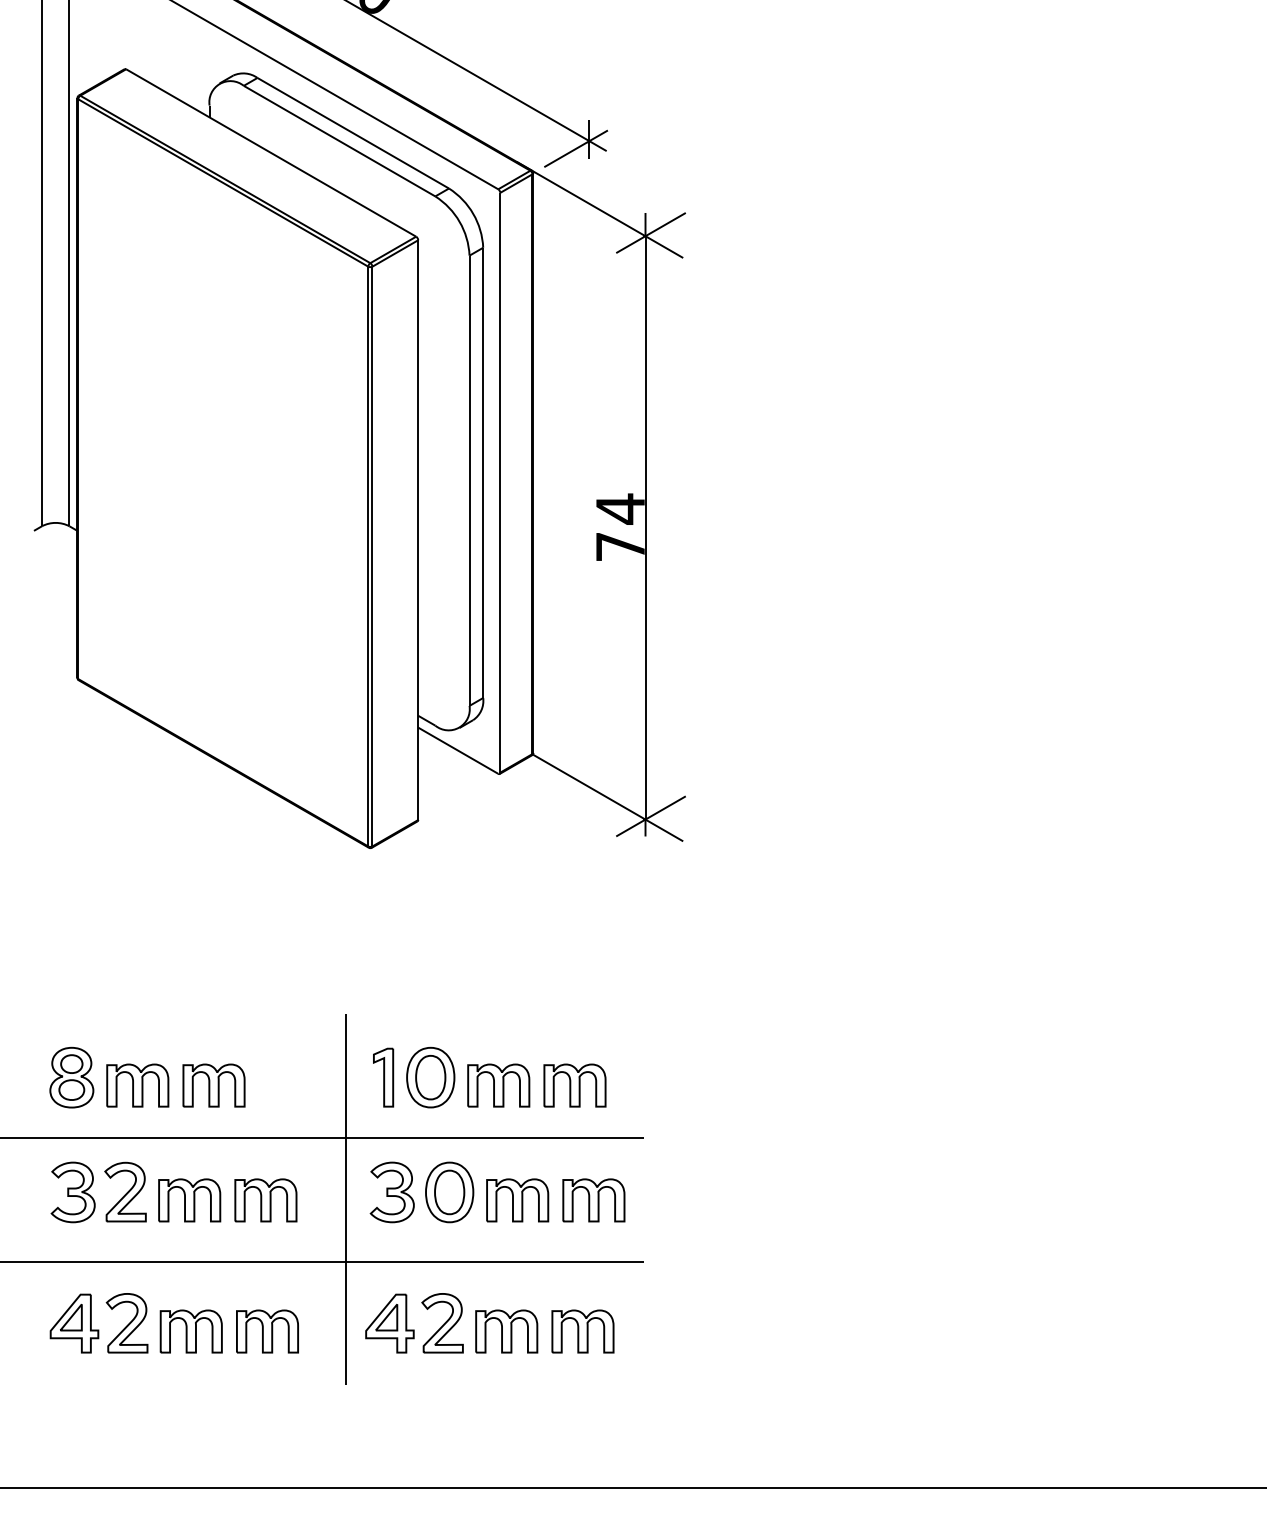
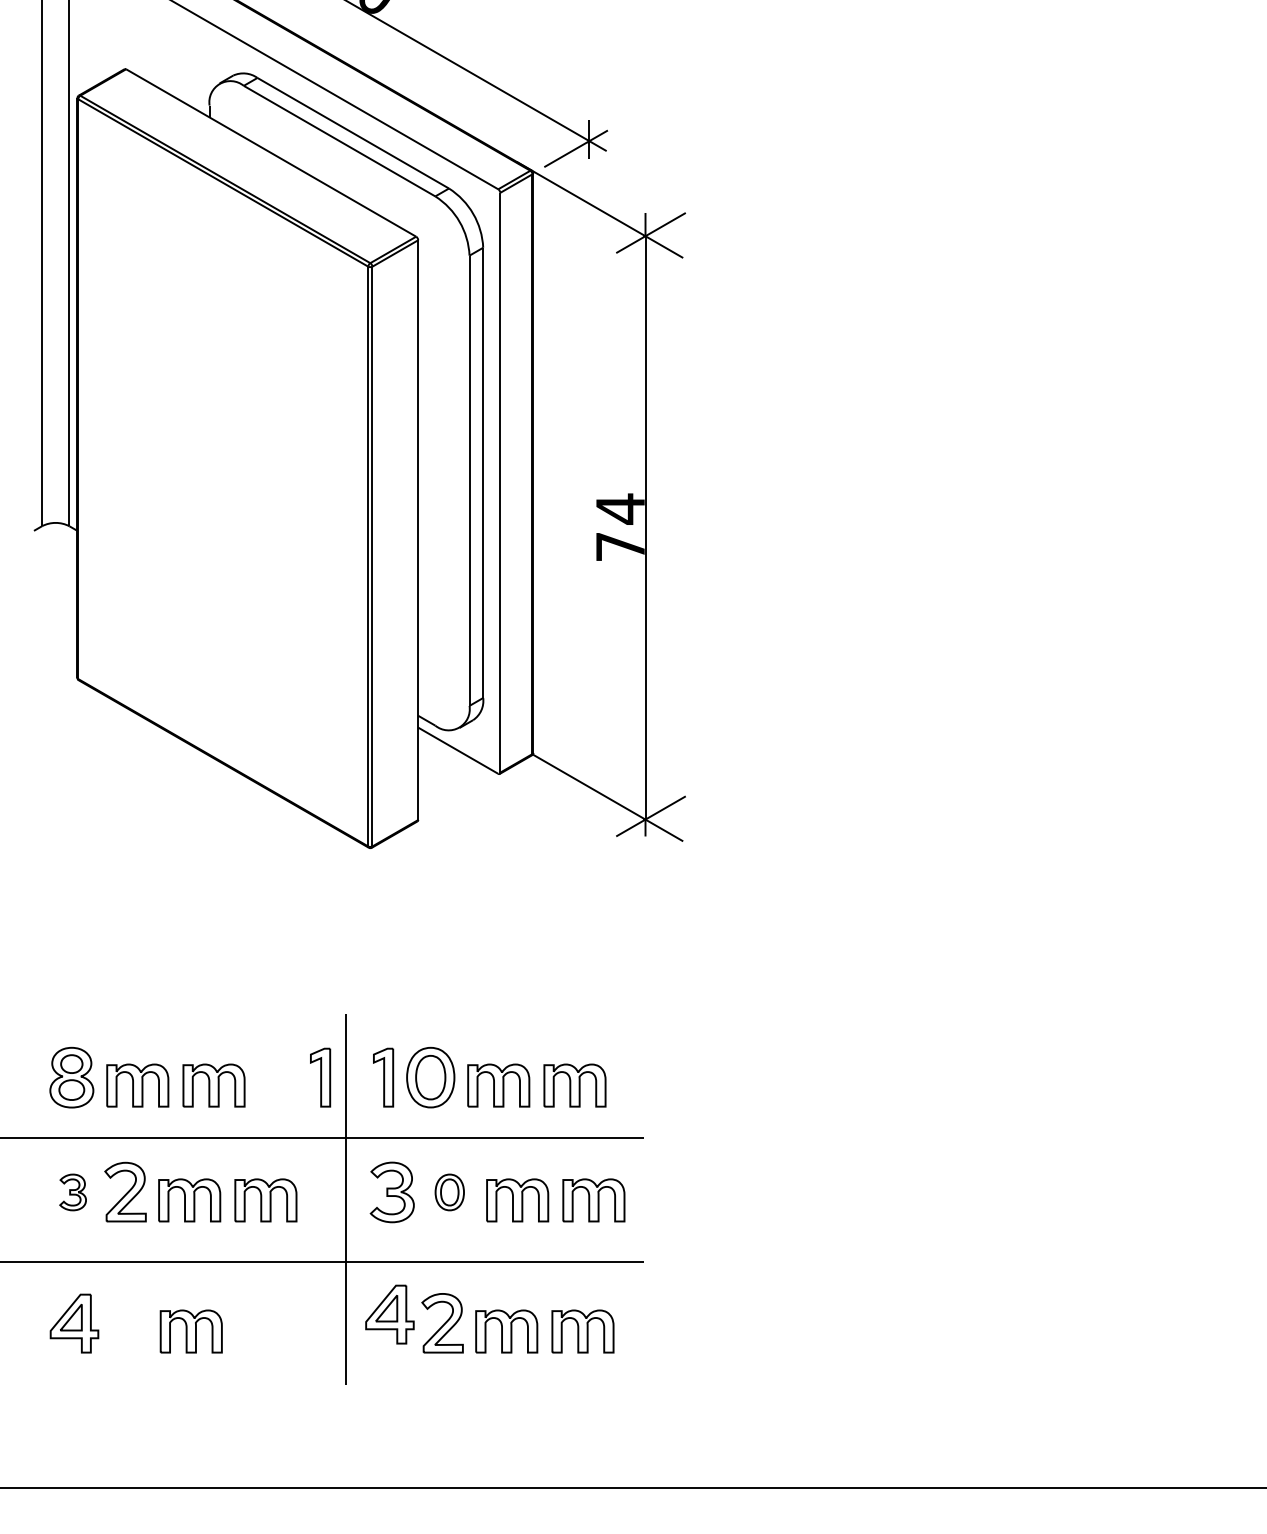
part at (320, 1077): none -> present
part at (72, 1192) size: 46x63 px -> 28x39 px
part at (449, 1192) size: 50x63 px -> 31x39 px
part at (126, 1323): present -> none
part at (389, 1323) position: (389, 1323) -> (389, 1314)
part at (267, 1331): present -> none
